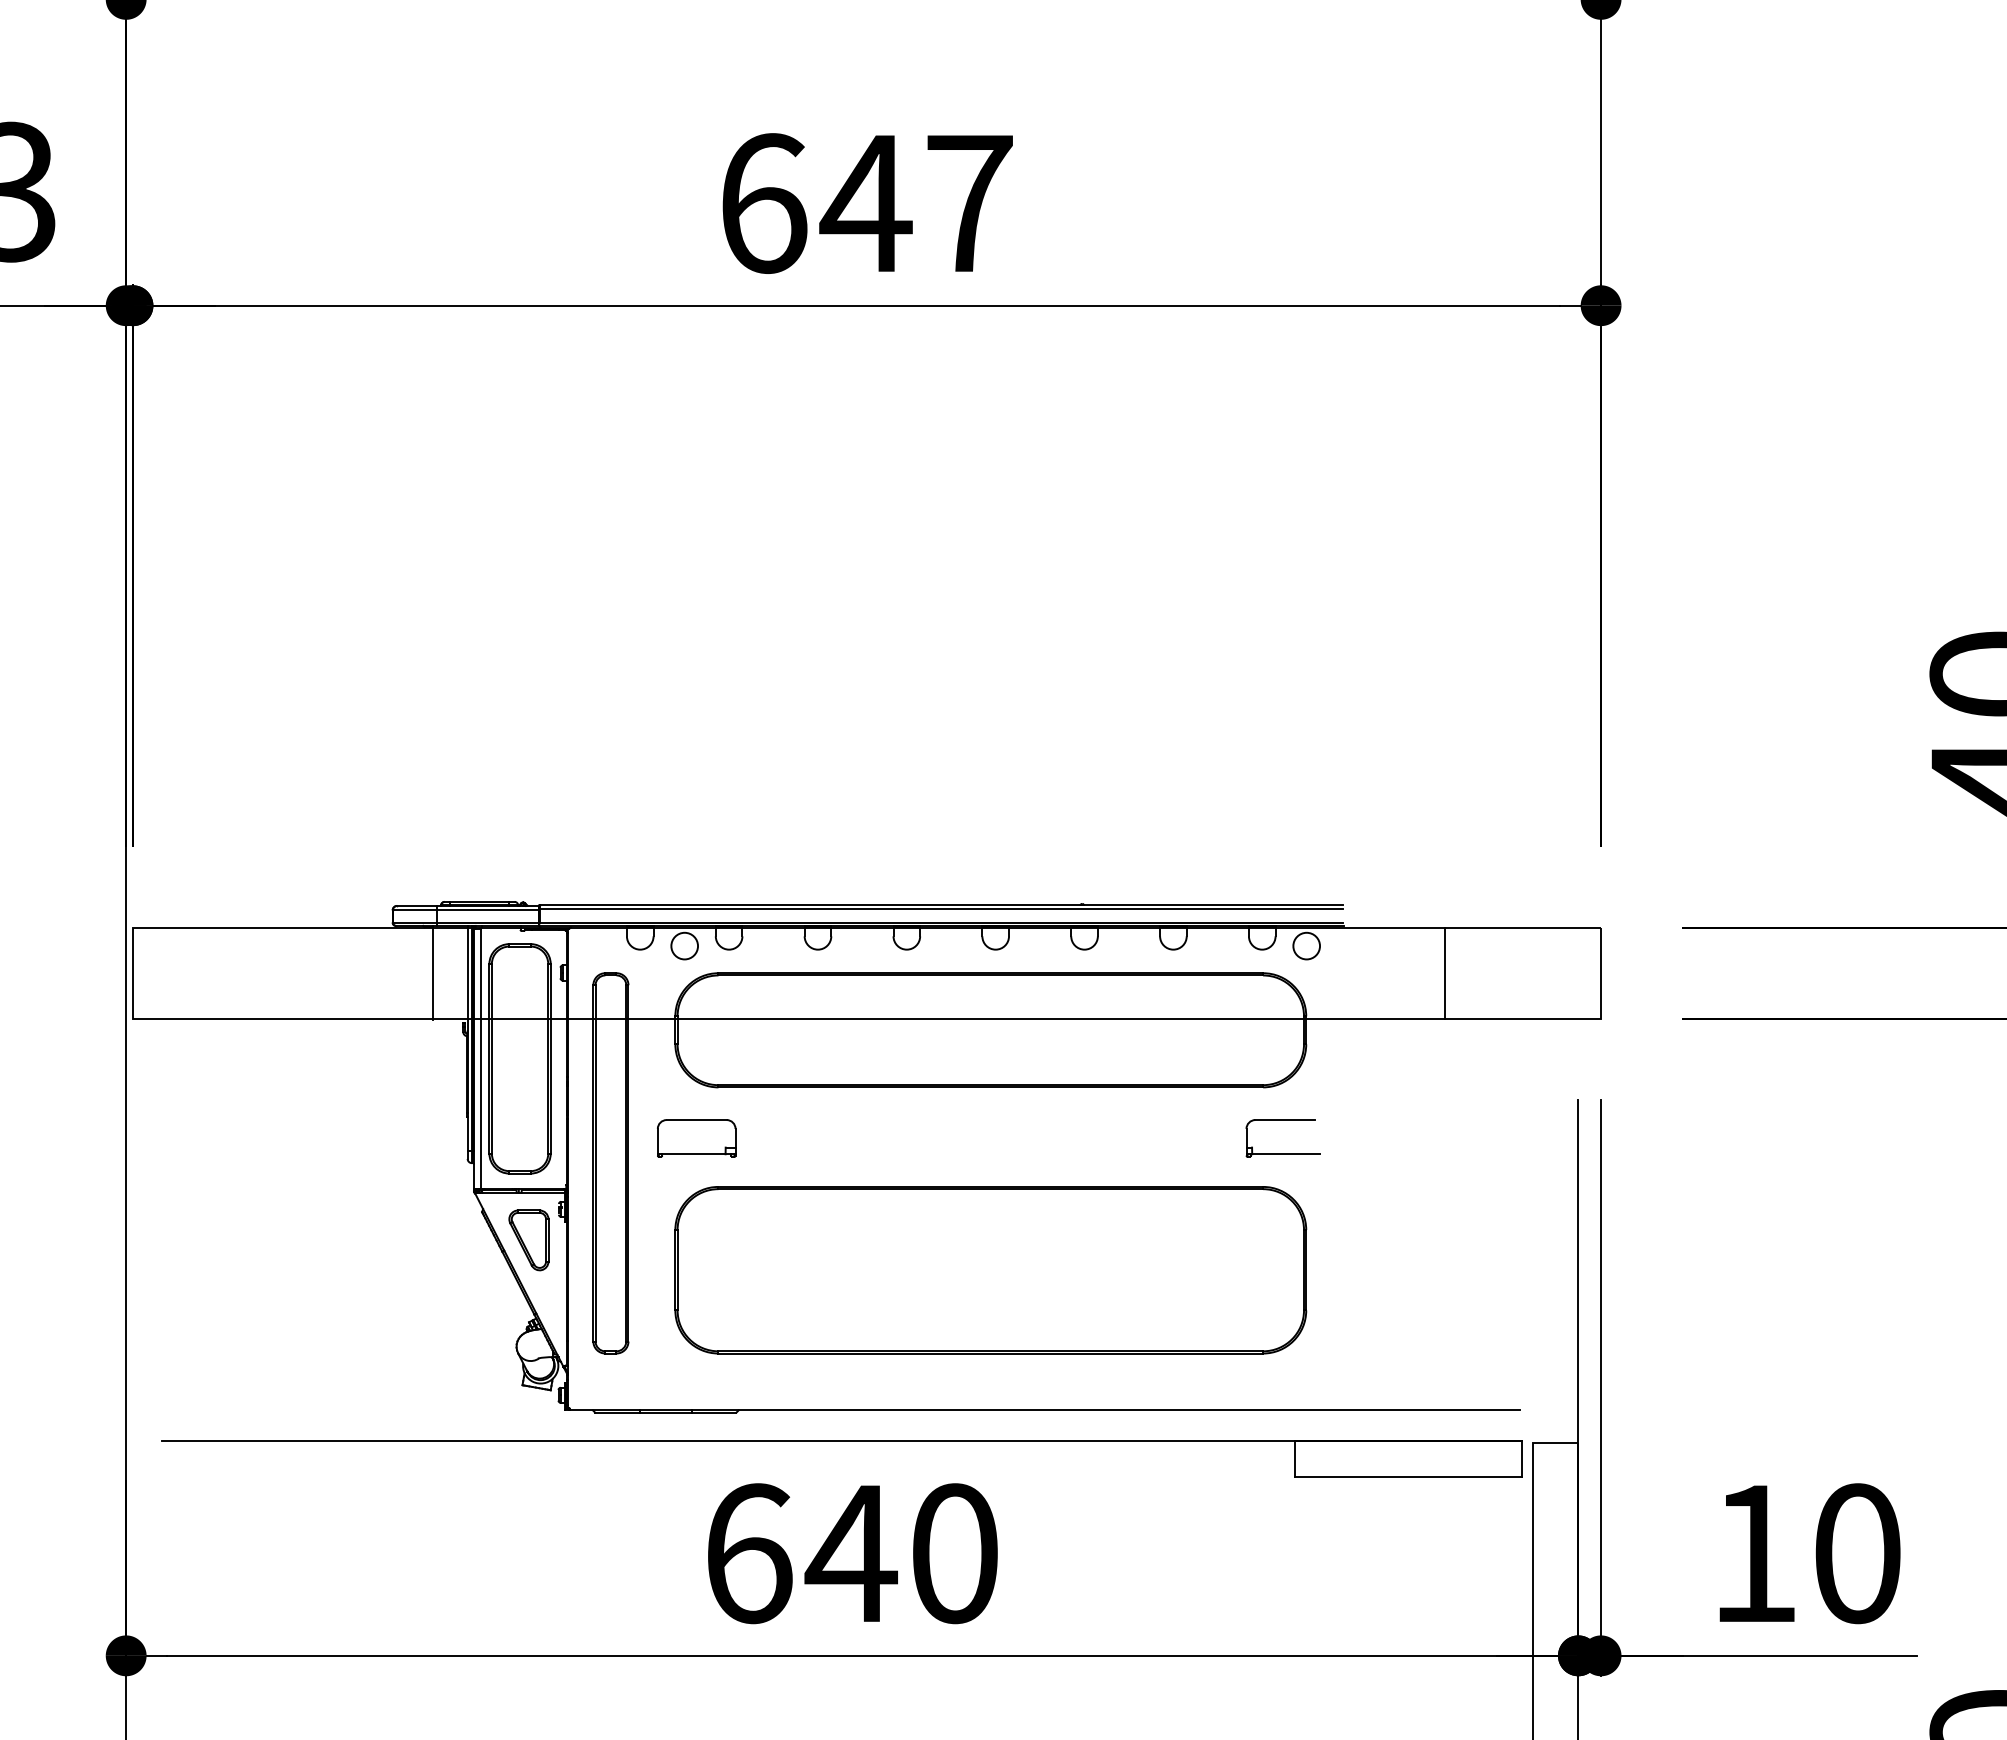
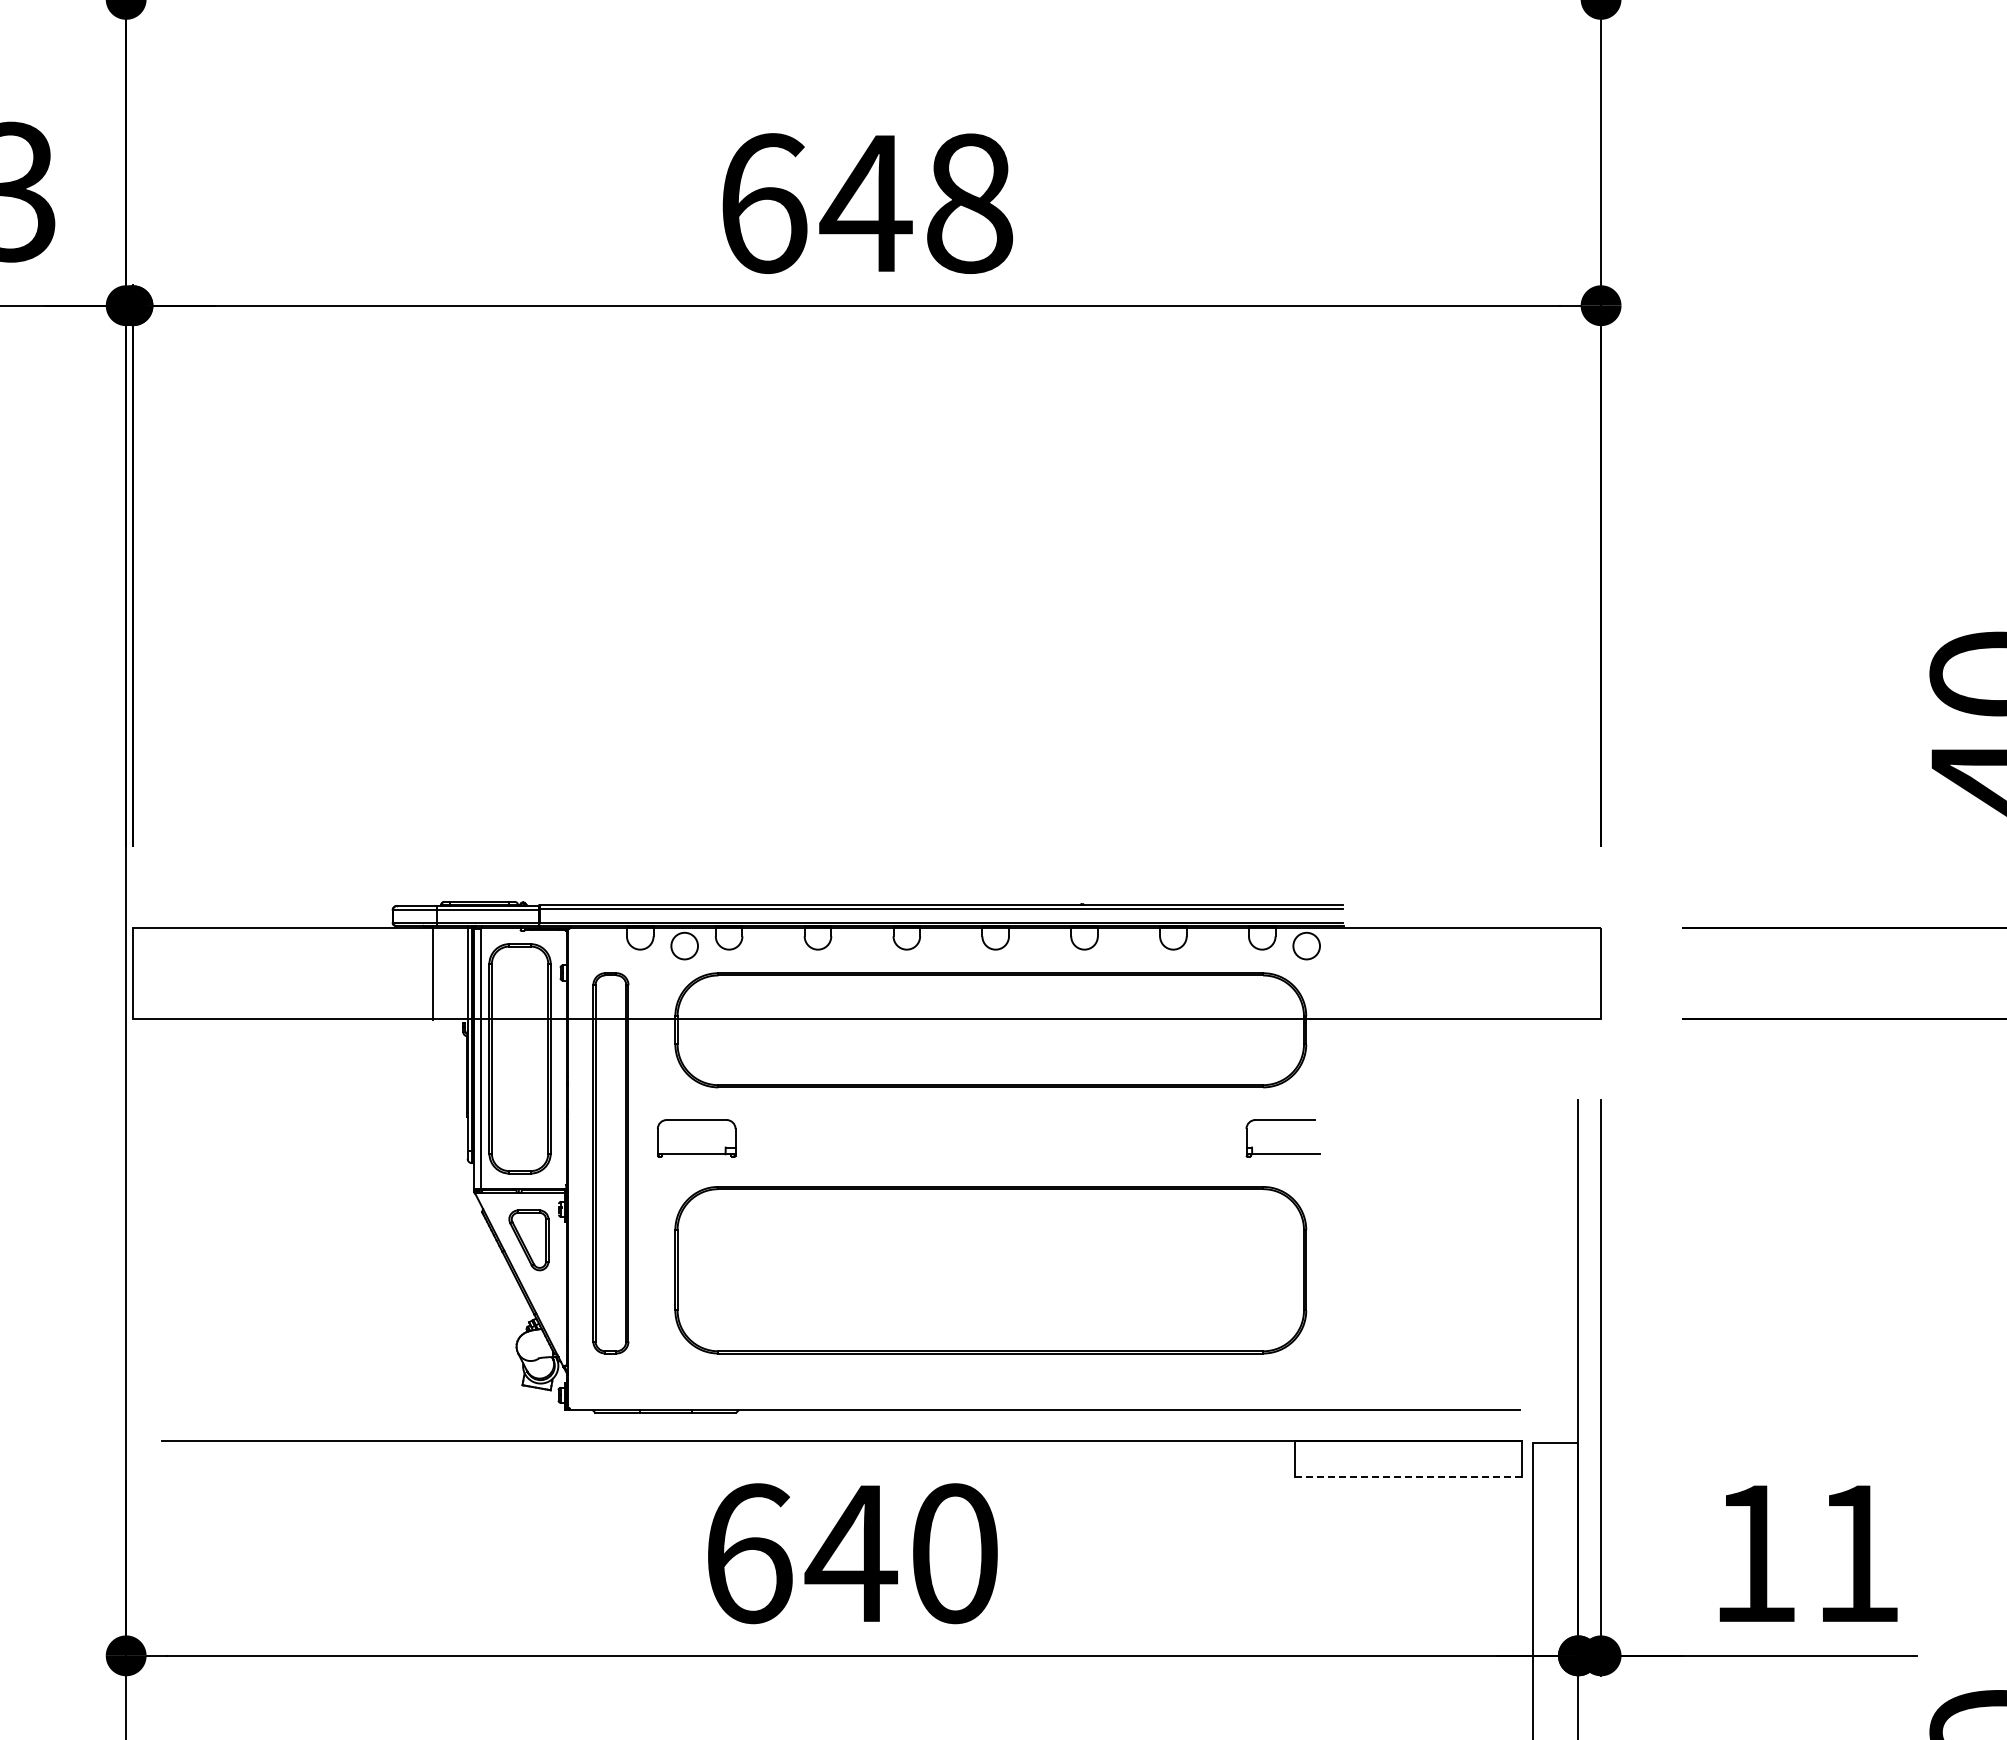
text at (970, 203): 647 -> 648
line at (1444, 972): present -> none
line at (1407, 1477): solid -> dashed
text at (1857, 1553): 10 -> 11
